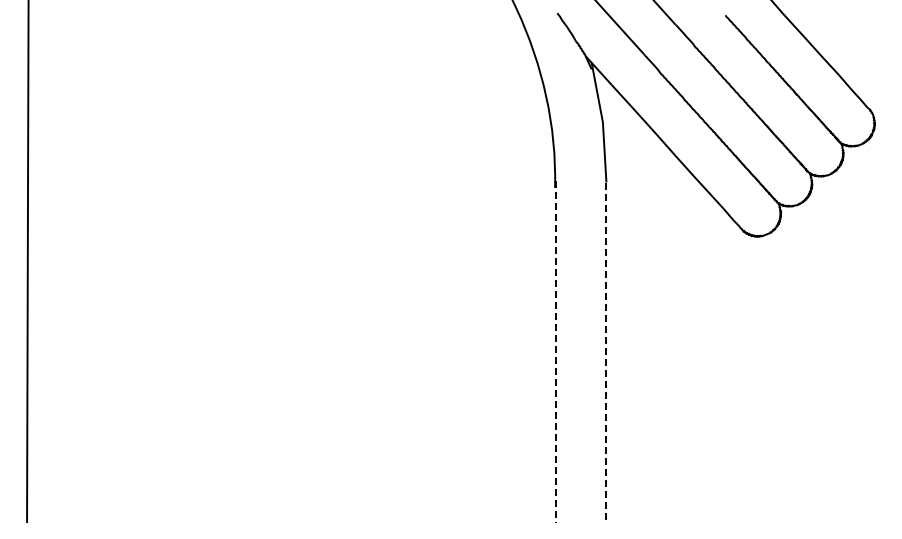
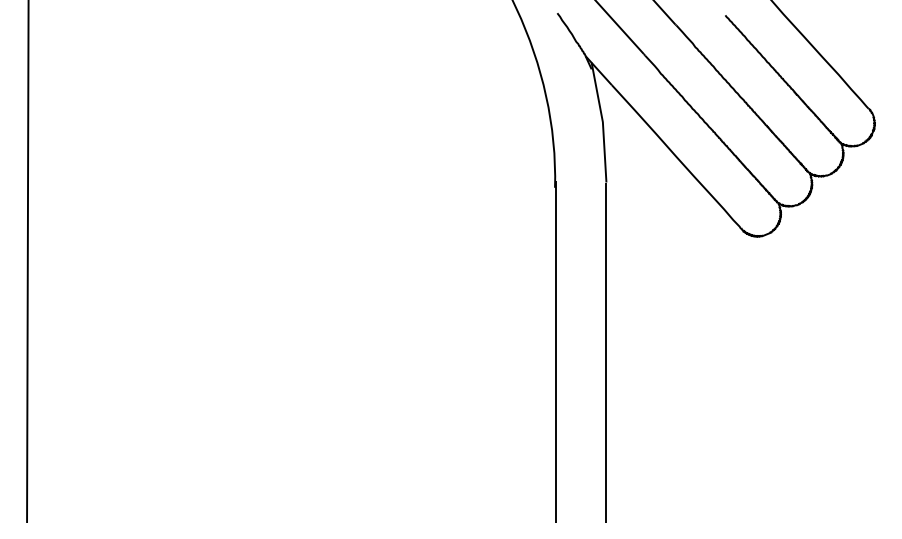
line at (555, 352): dashed -> solid
line at (606, 353): dashed -> solid
